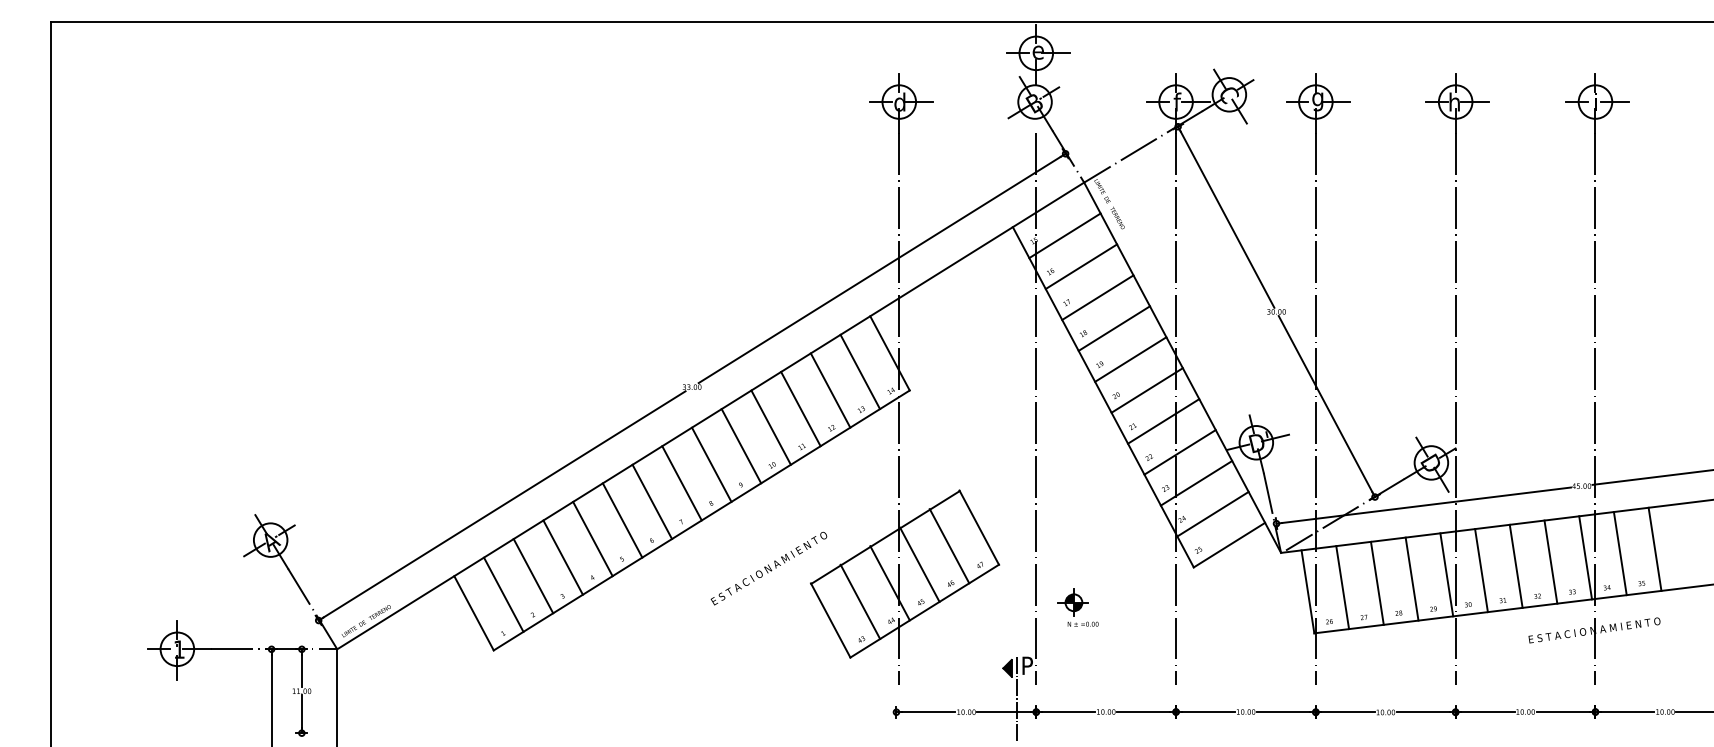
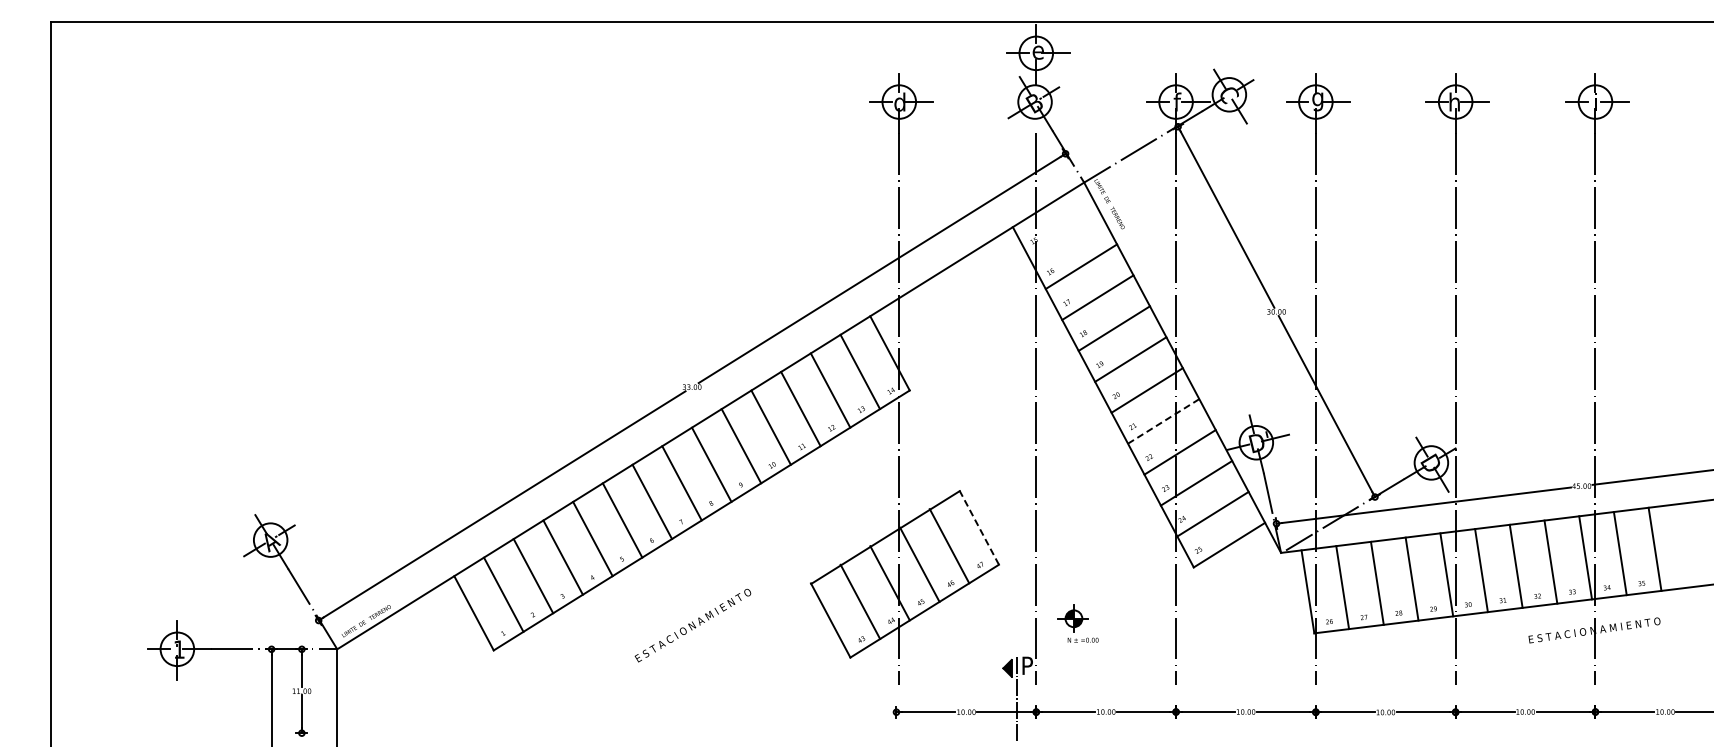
line at (1064, 235): present -> none
line at (1164, 421): solid -> dashed
line at (979, 528): solid -> dashed
text at (768, 568) position: (768, 568) -> (692, 625)
part at (1077, 607) position: (1077, 607) -> (1077, 623)
